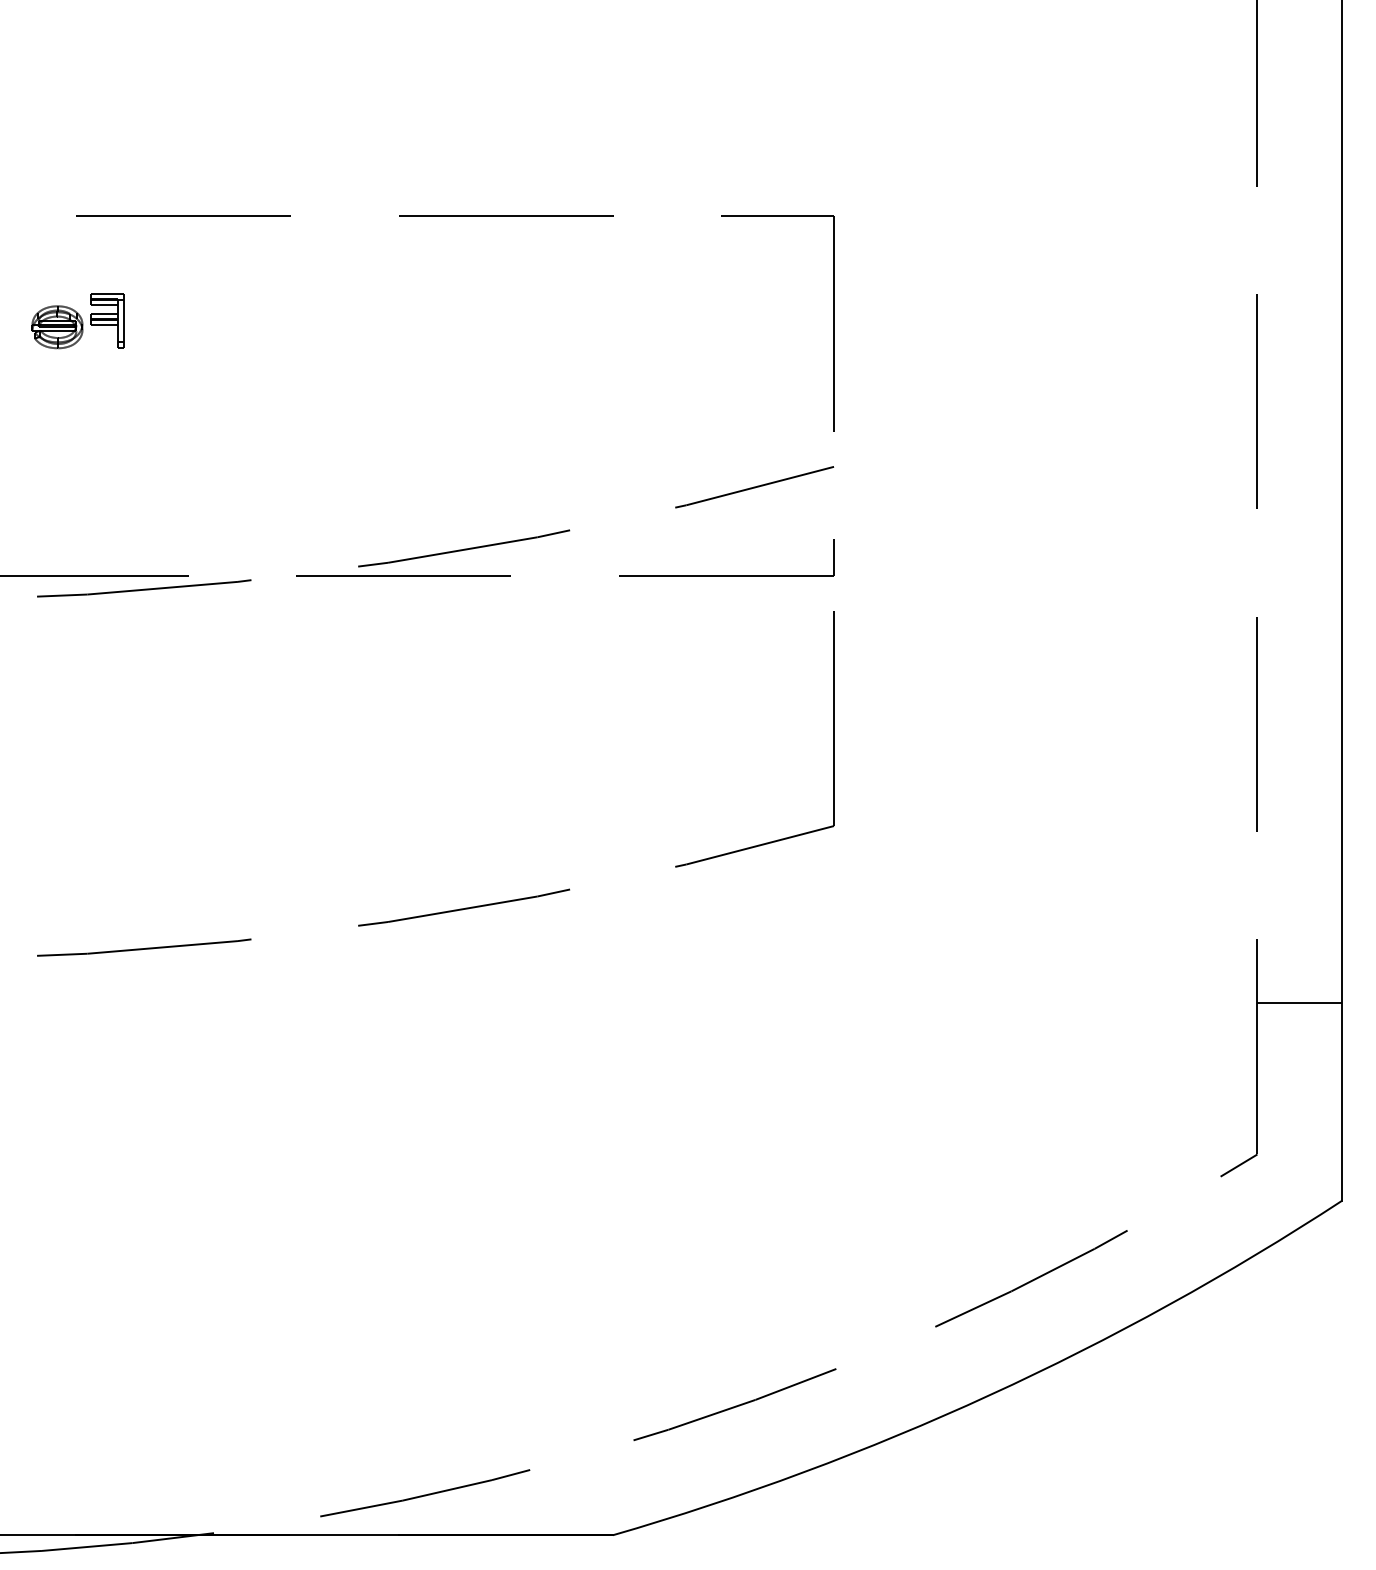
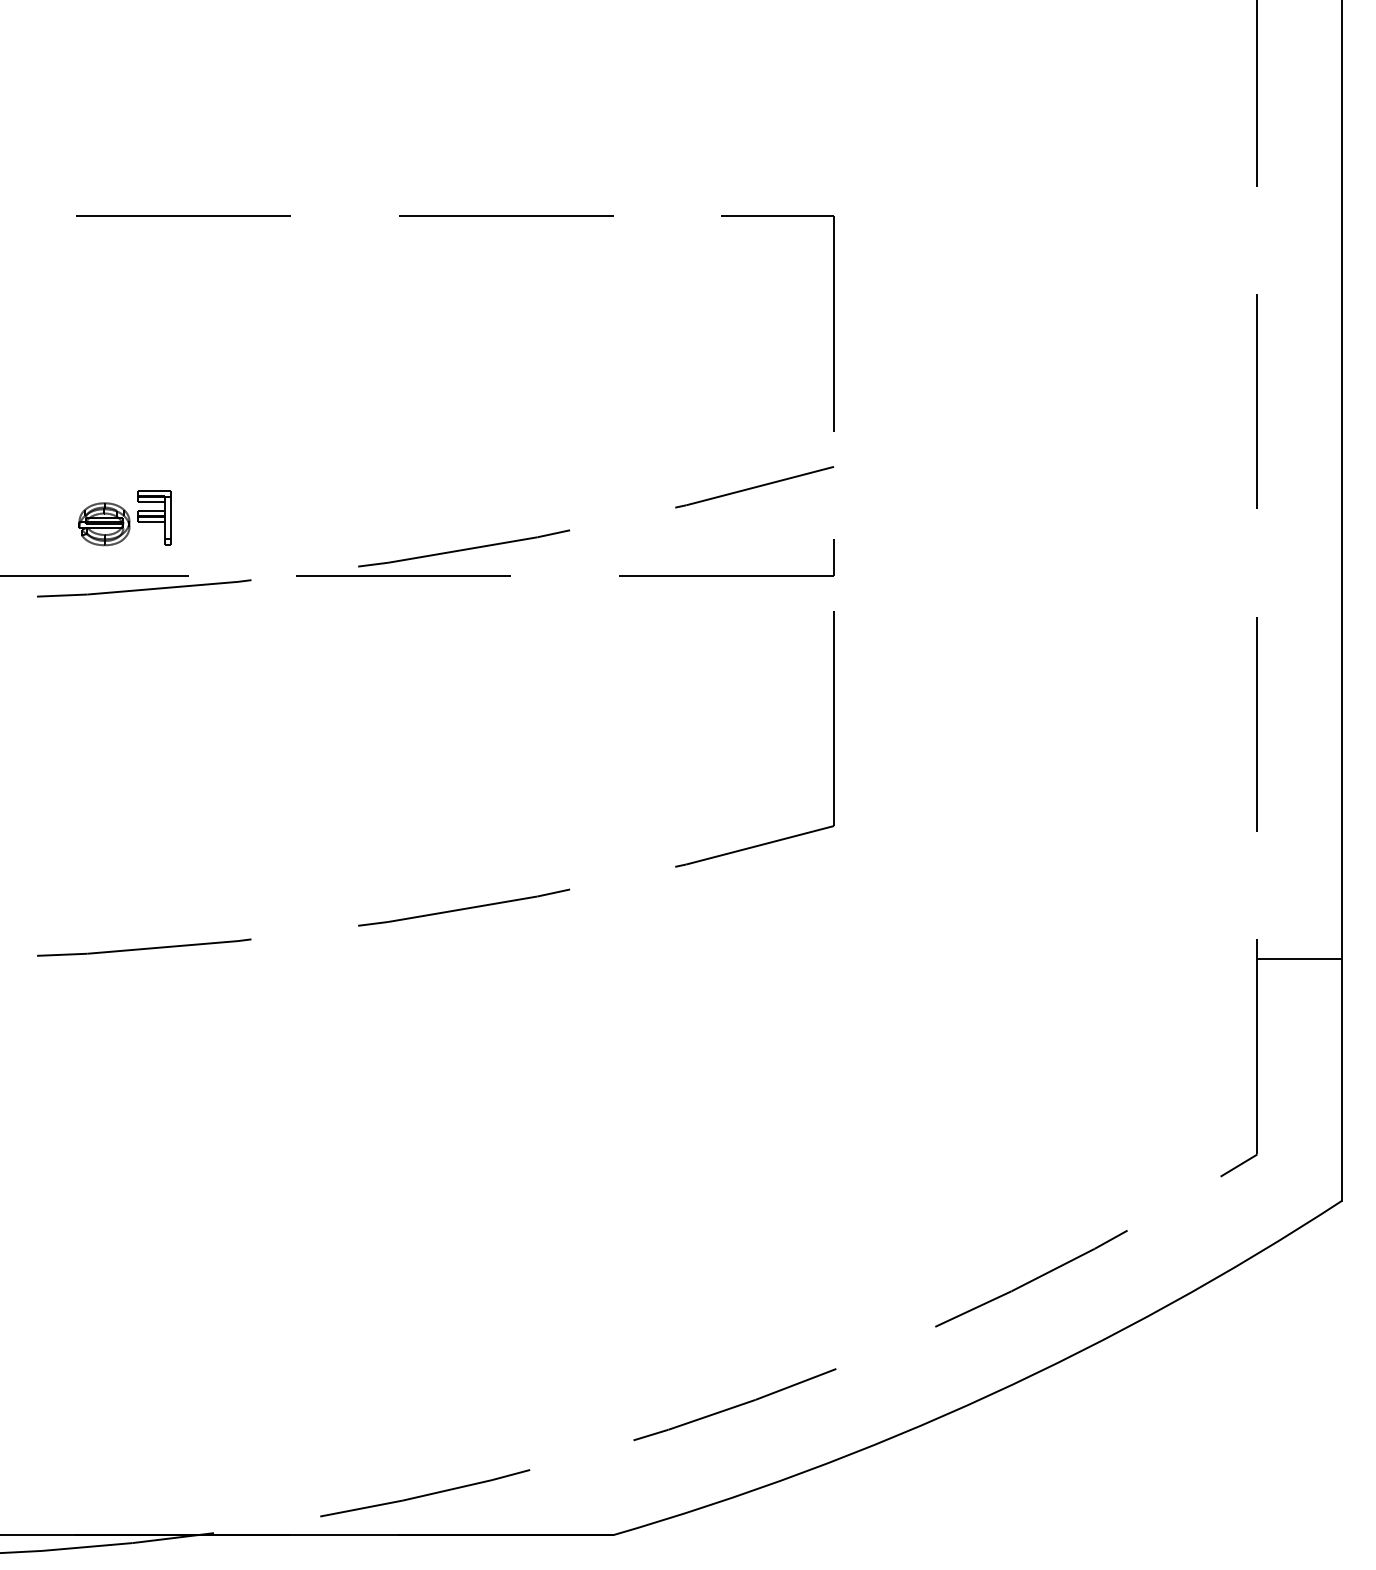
part at (77, 321) position: (77, 321) -> (124, 518)
line at (1299, 1002) position: (1299, 1002) -> (1299, 958)
